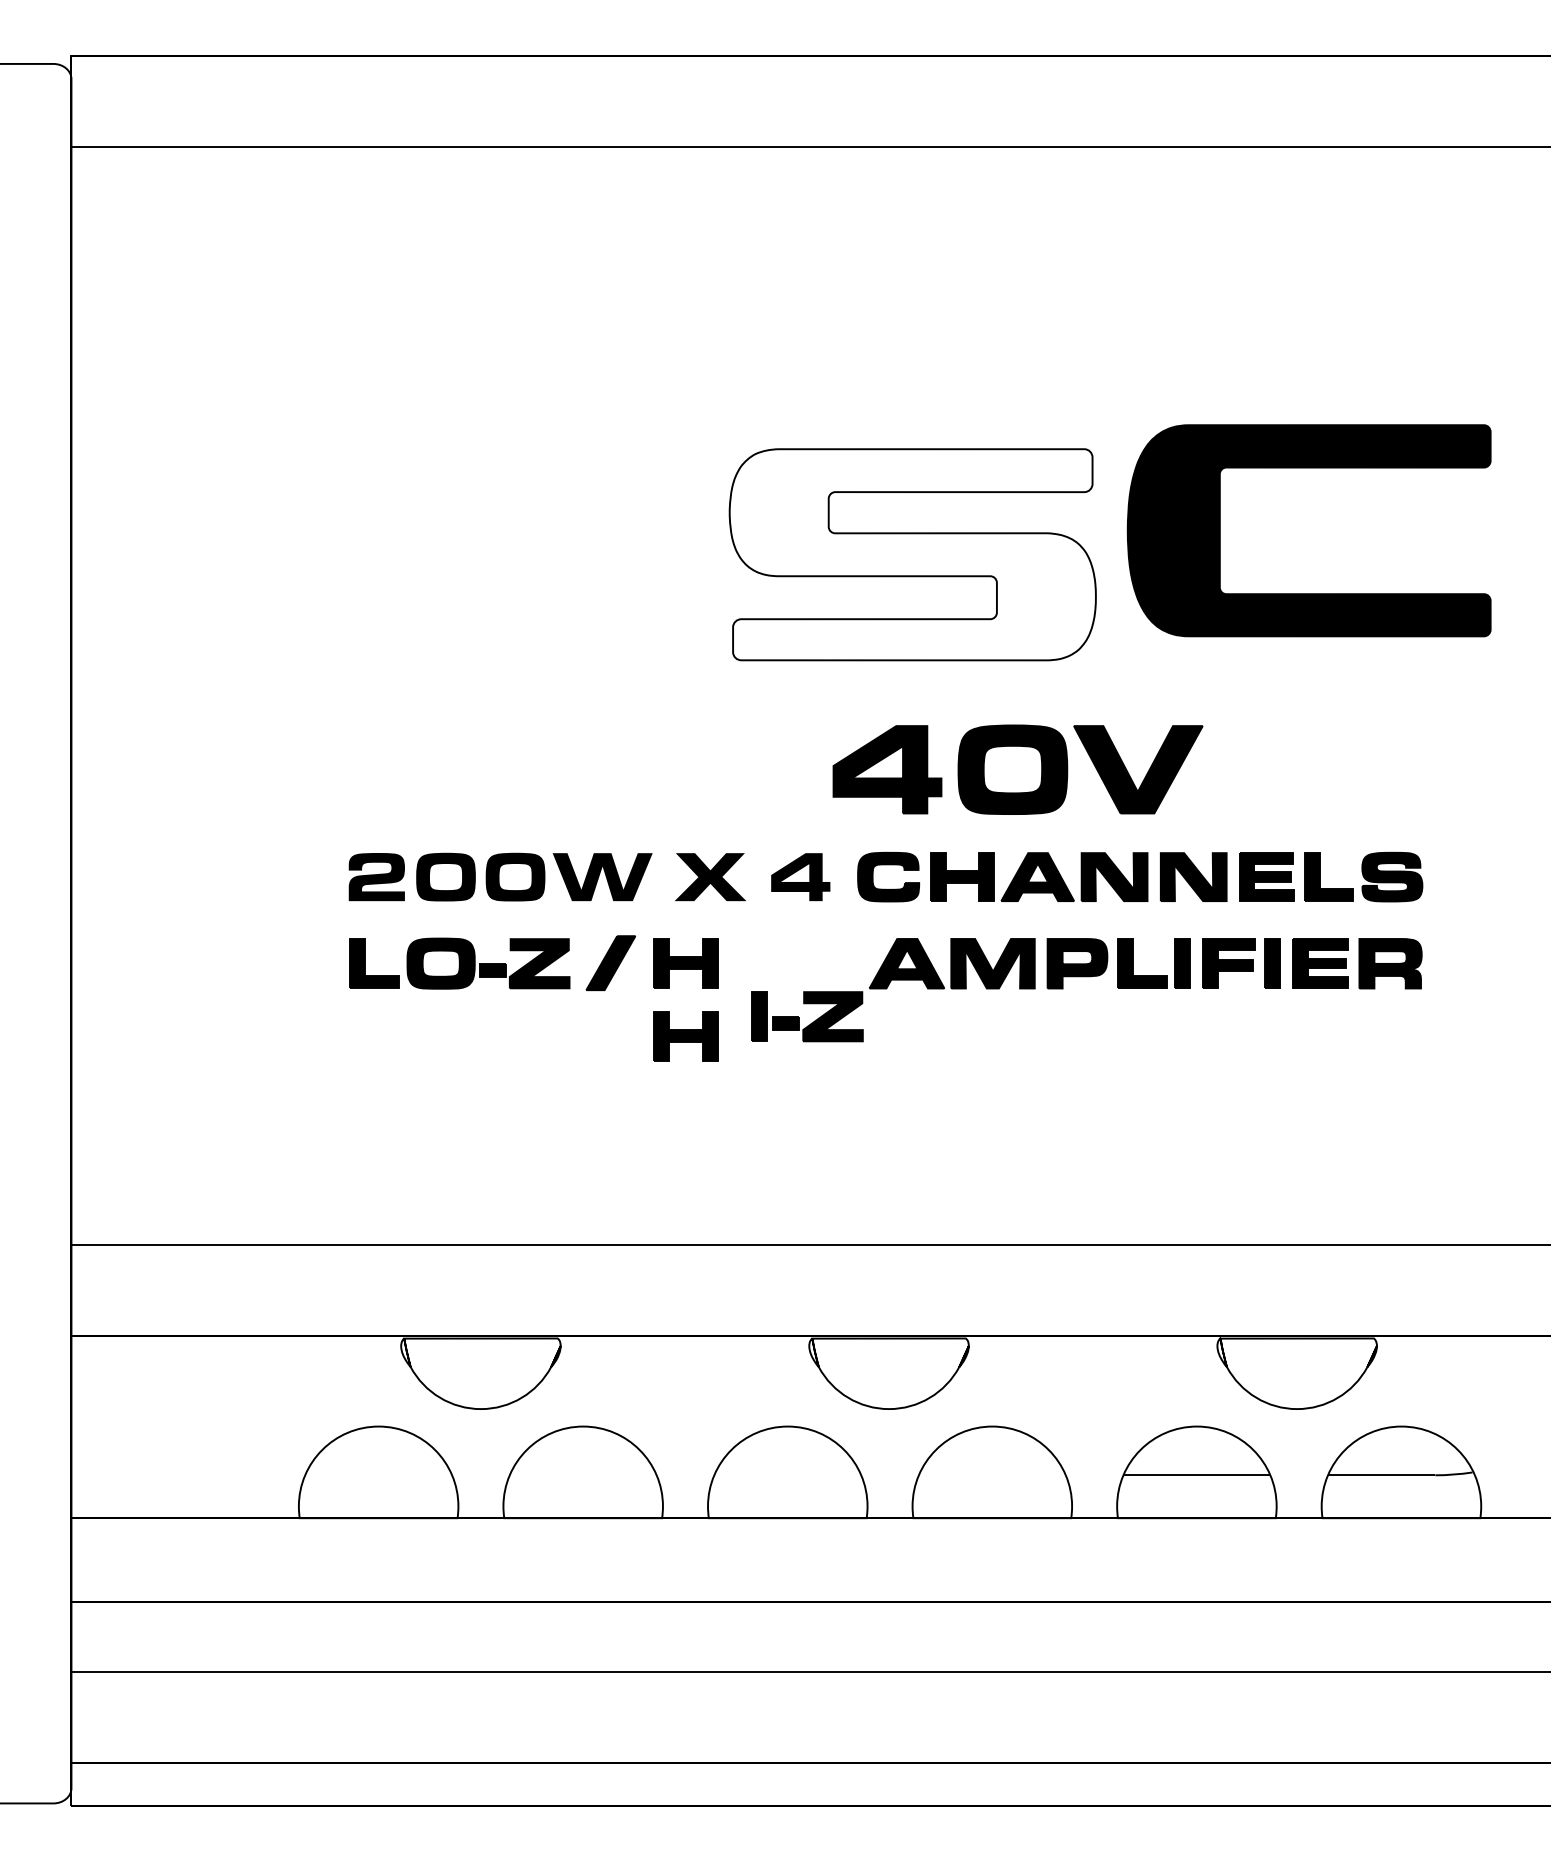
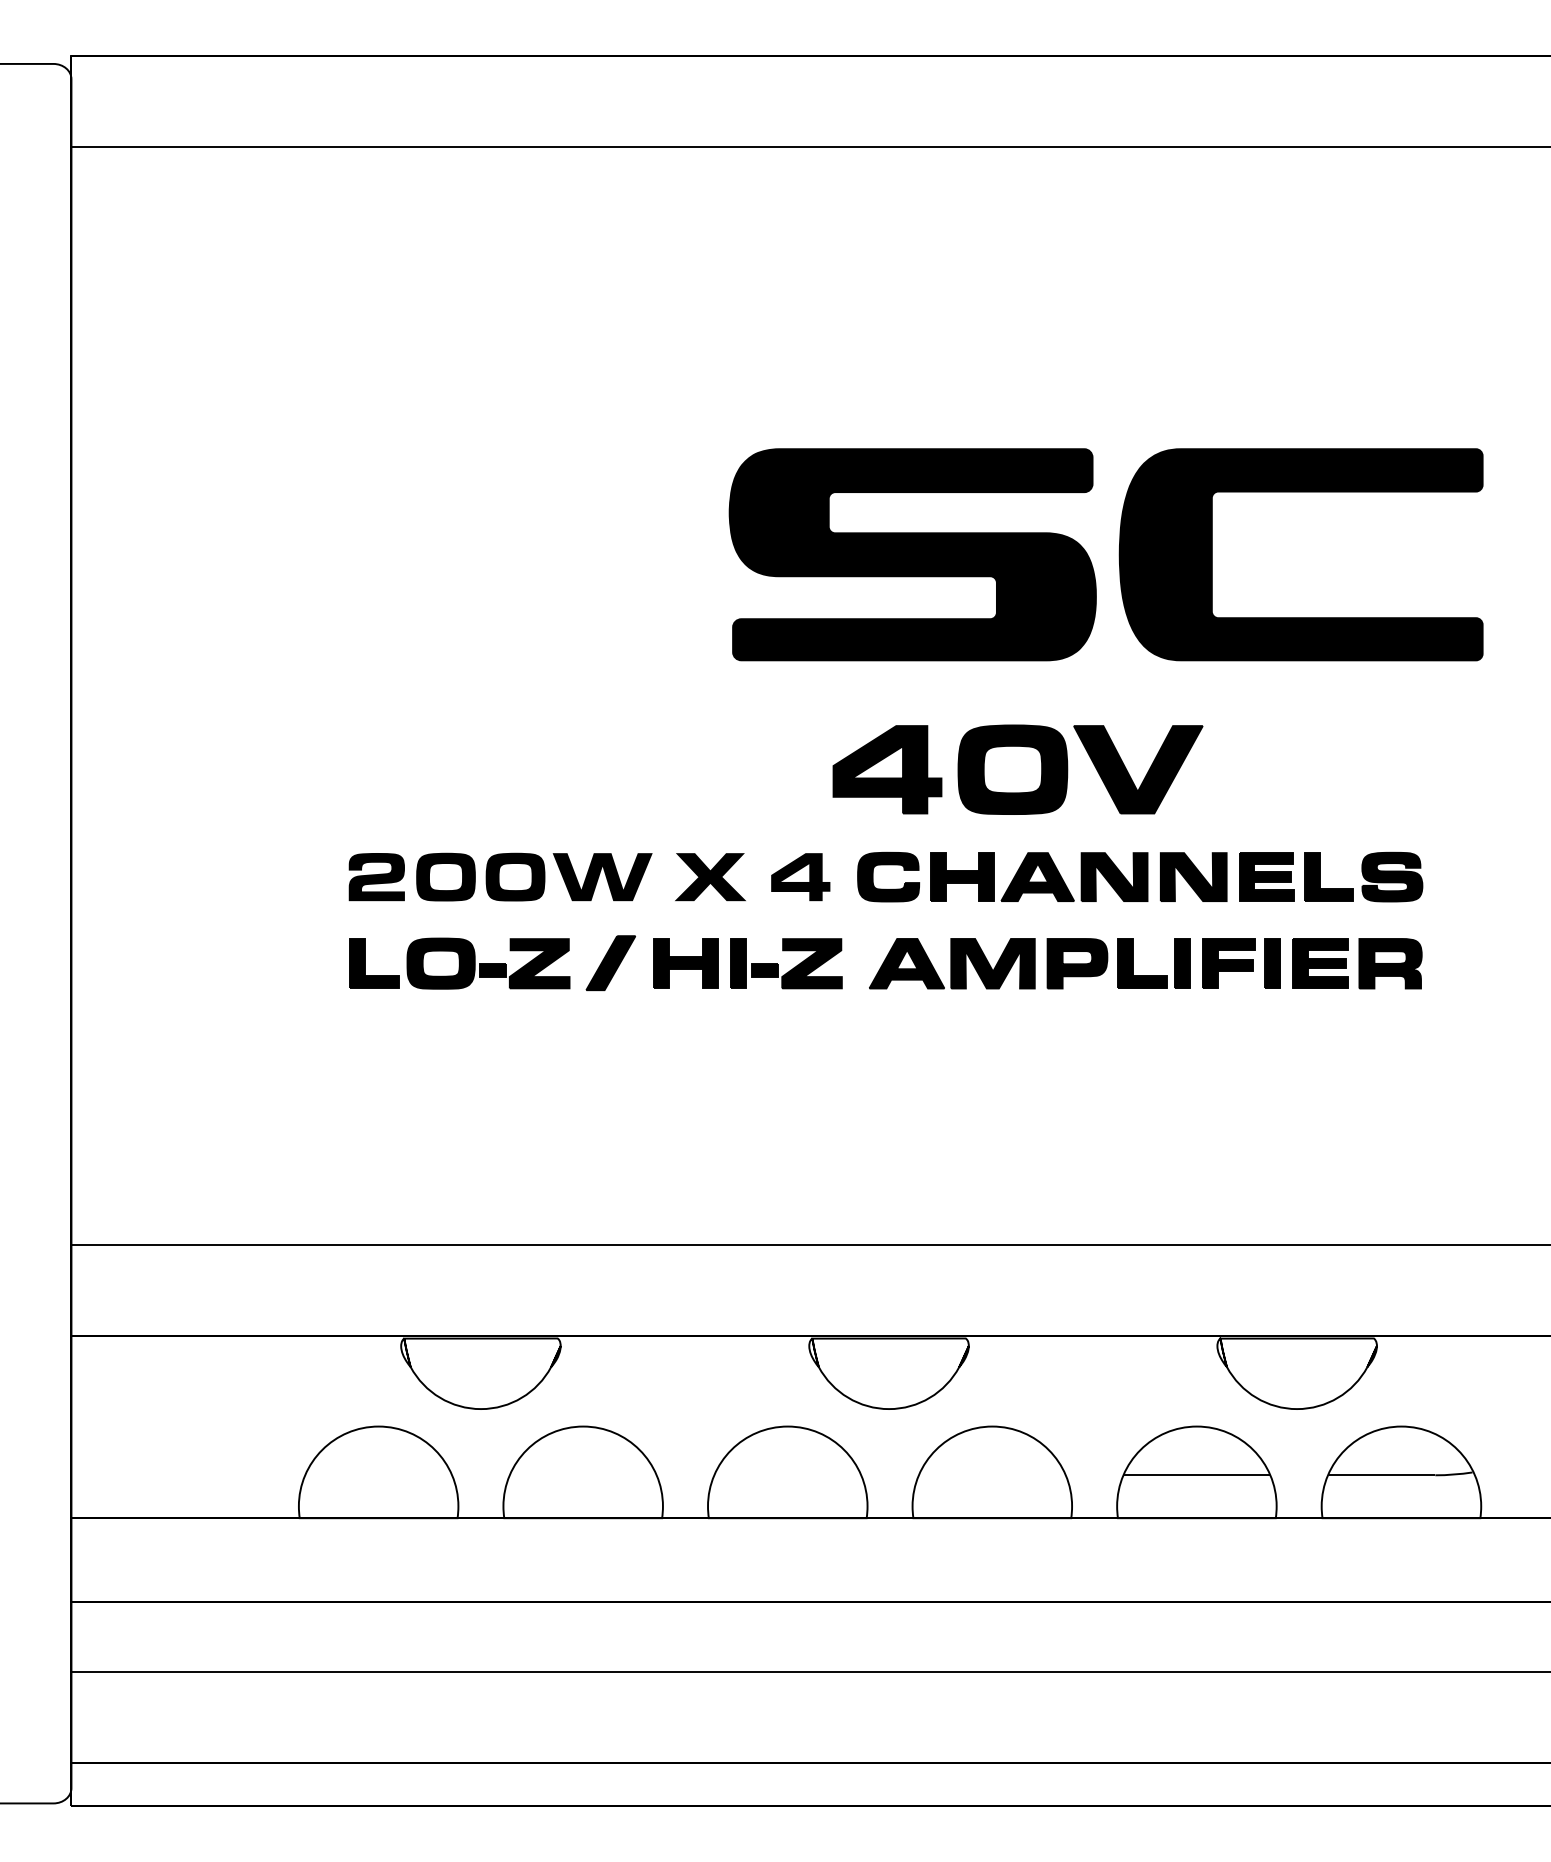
part at (1308, 468) position: (1308, 468) -> (1300, 492)
fill at (912, 554): none -> present
part at (811, 1022) position: (811, 1022) -> (790, 969)
part at (685, 1036): present -> none
